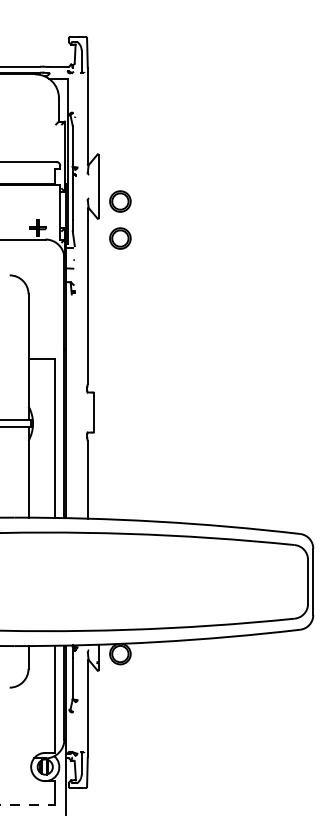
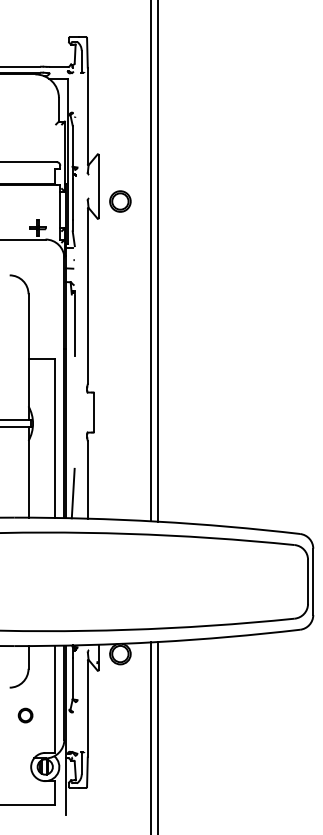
part at (120, 238): present -> none
line at (150, 261): none -> present
line at (158, 261): none -> present
line at (74, 325): none -> present
line at (72, 493): none -> present
part at (25, 715): none -> present
line at (150, 736): none -> present
line at (158, 736): none -> present
line at (28, 804): dashed -> solid
